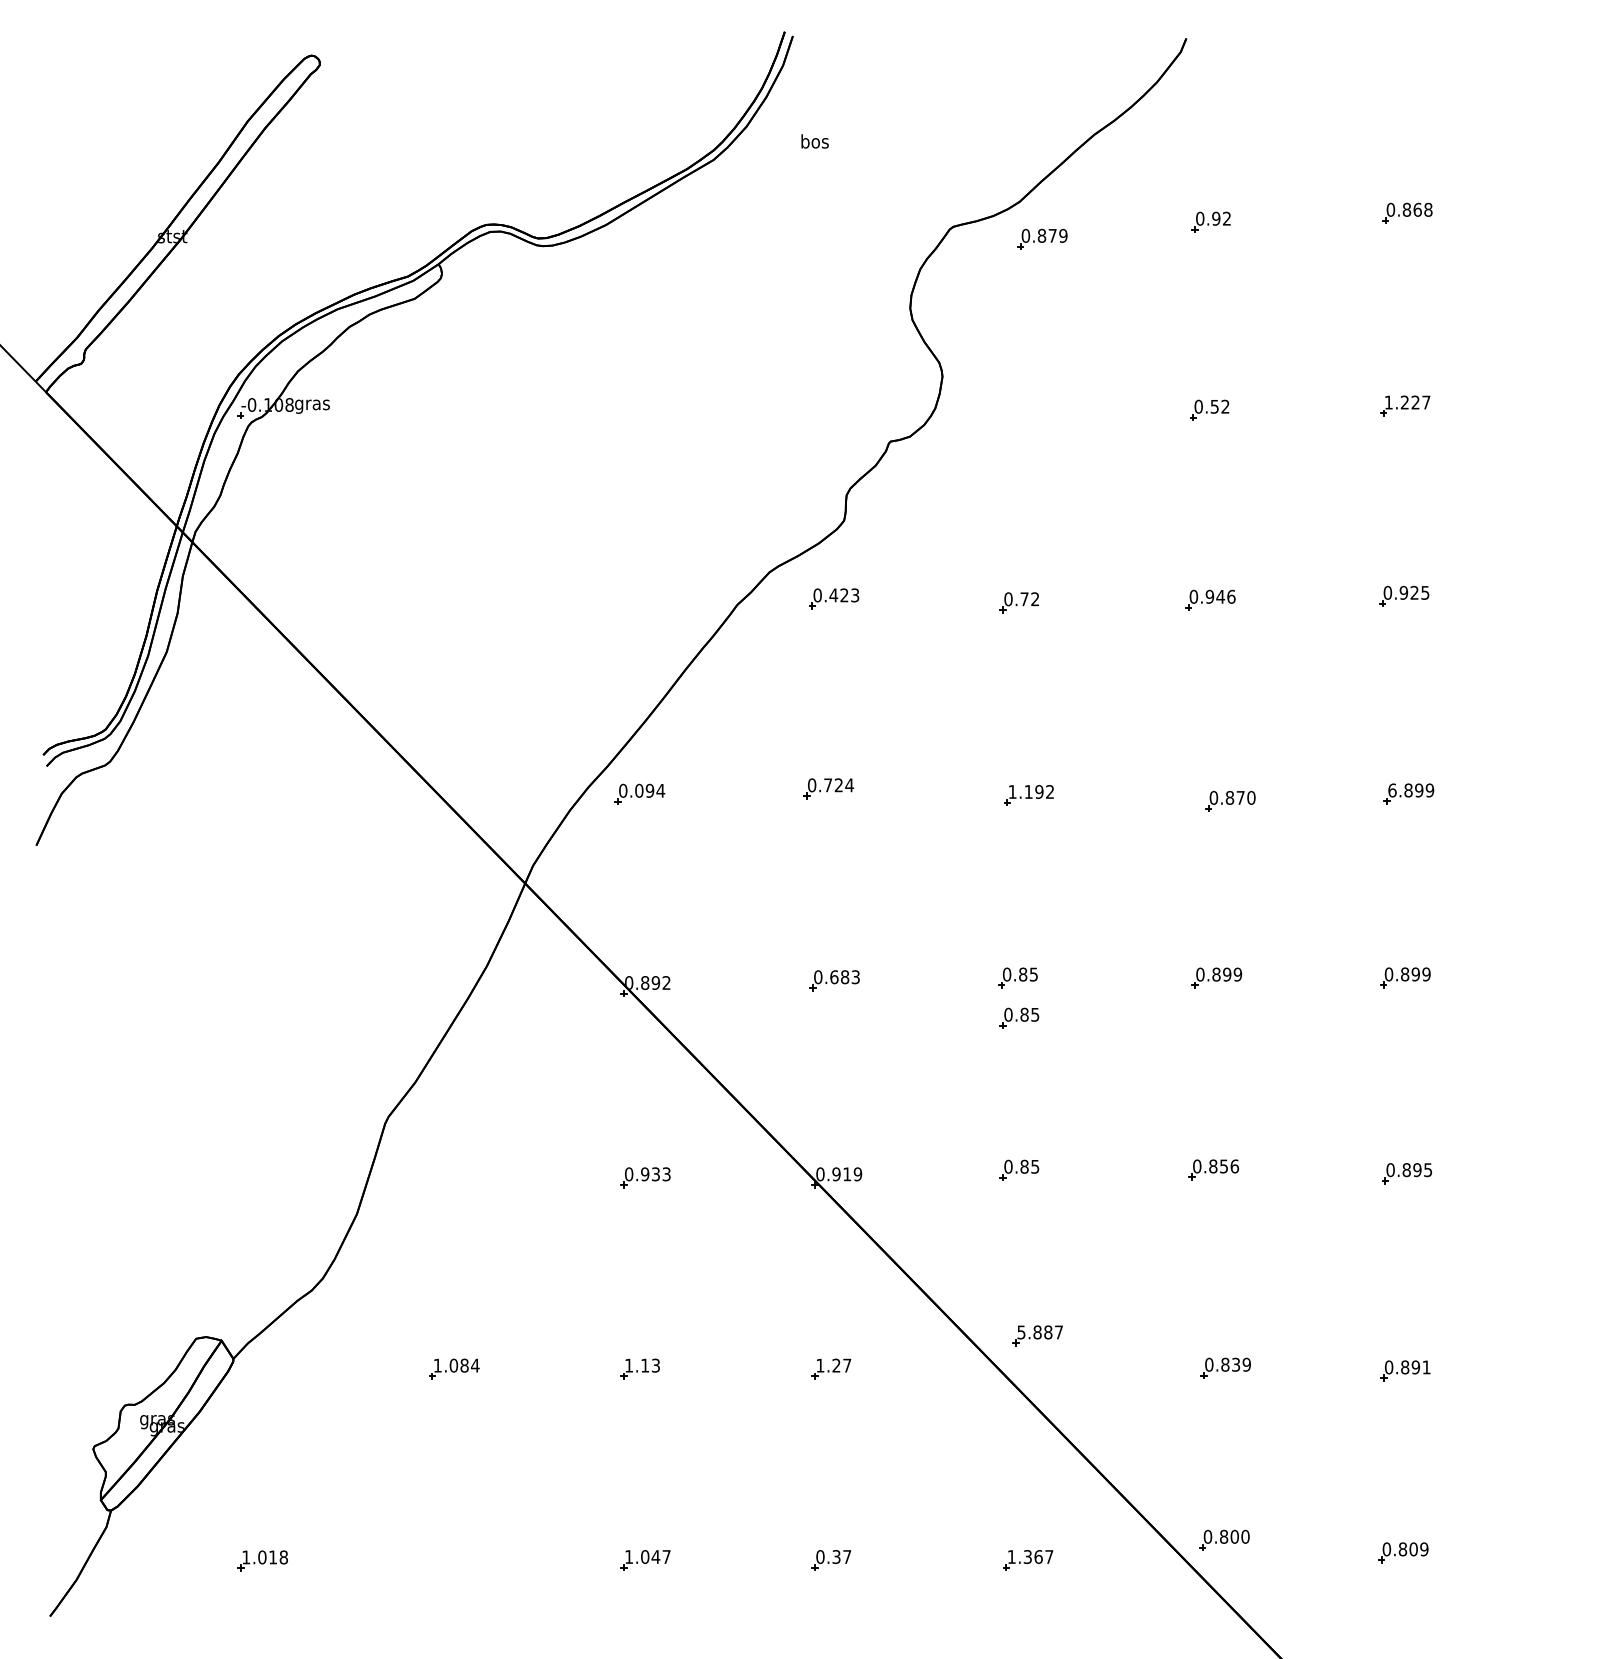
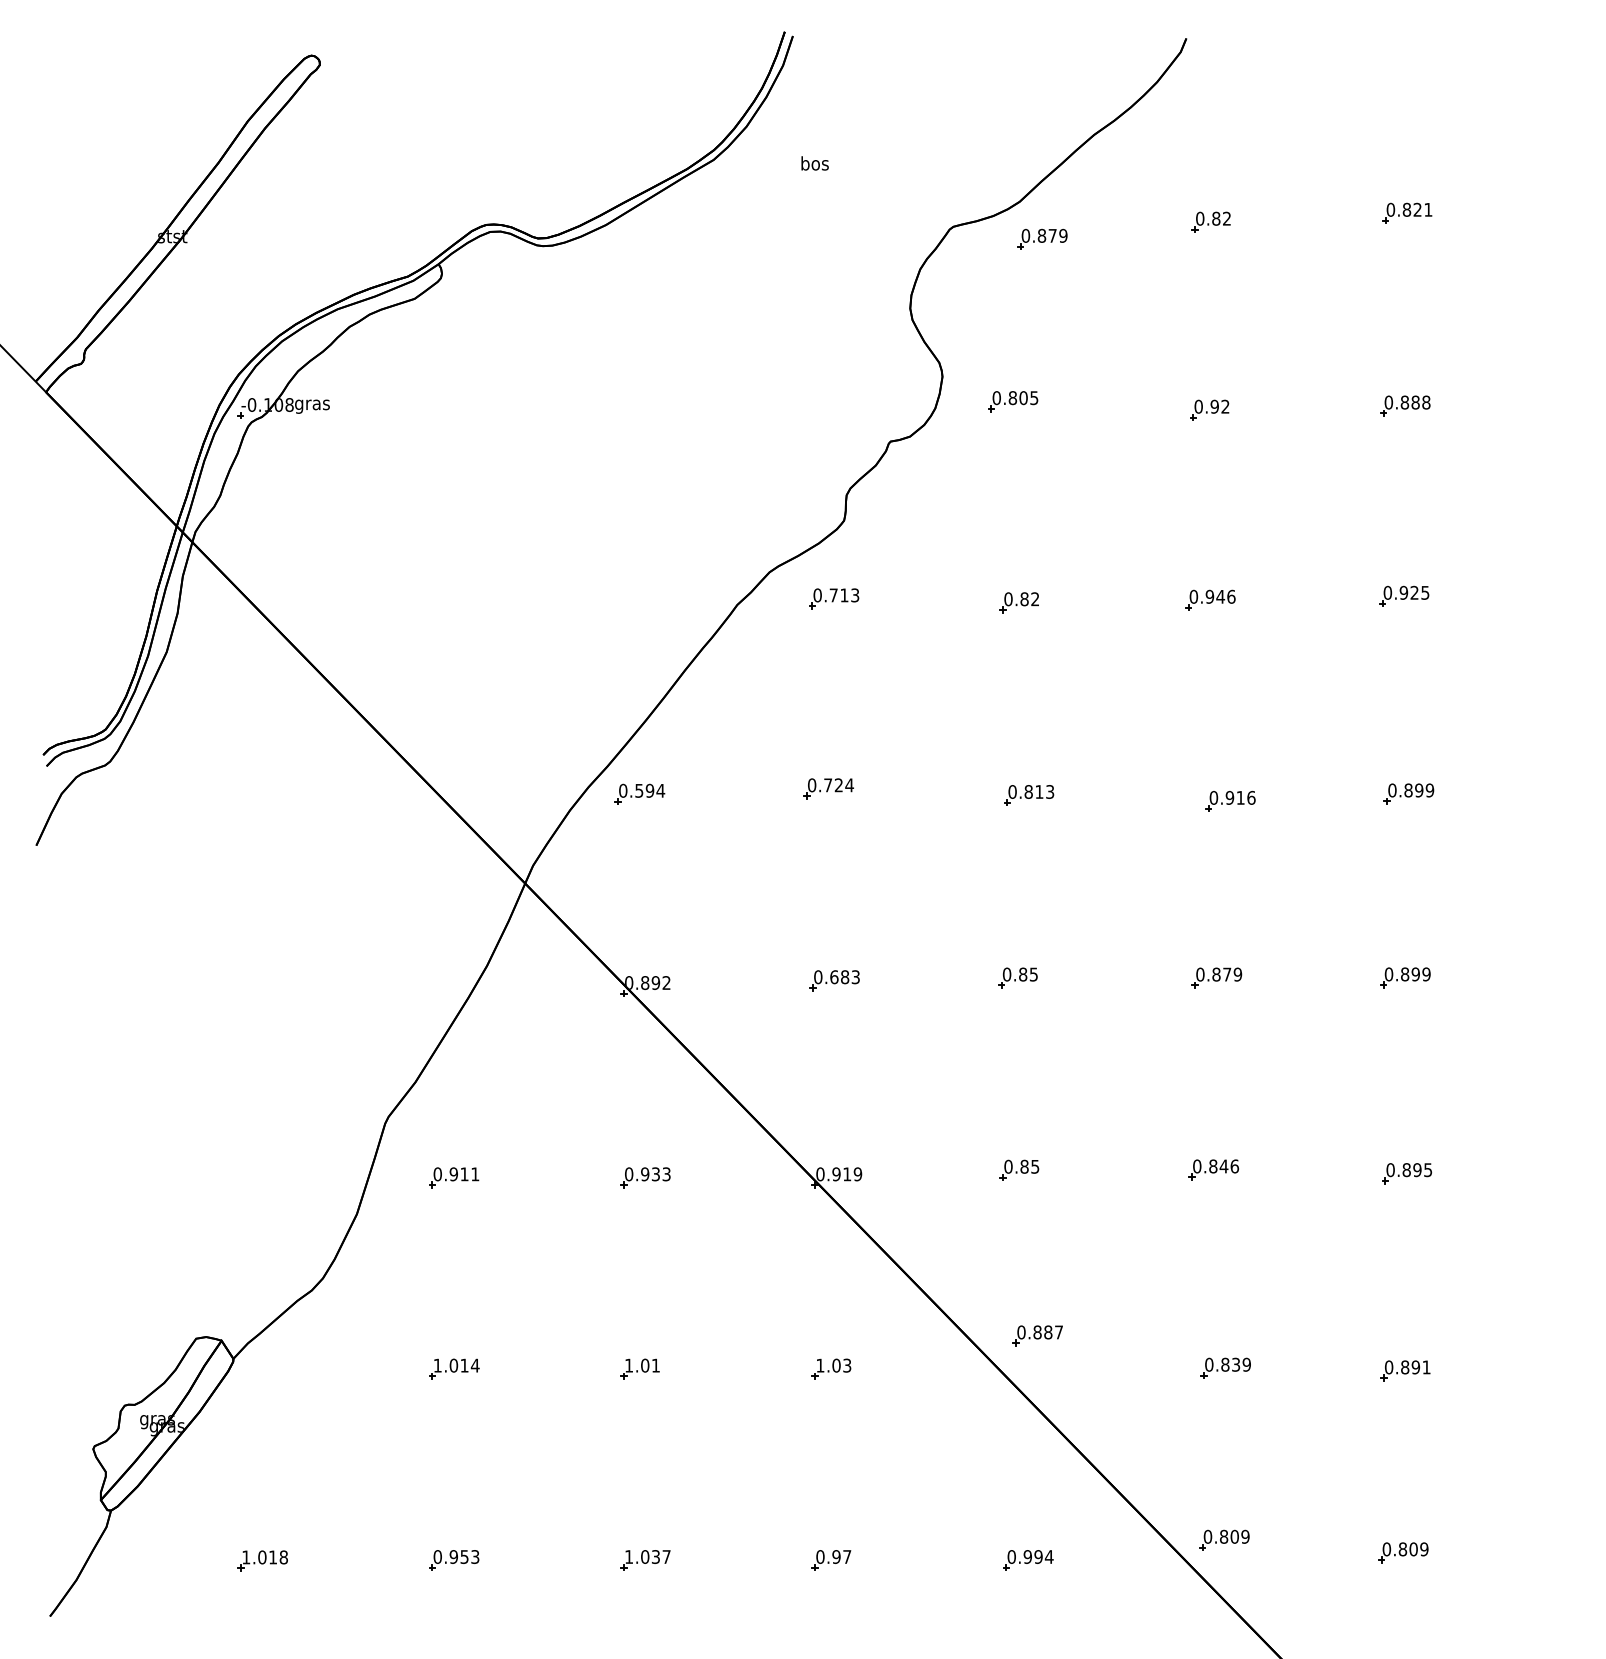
text at (814, 141) position: (814, 141) -> (814, 163)
text at (1422, 209): 0.868 -> 0.821
text at (1216, 218): 0.92 -> 0.82
part at (1013, 401): none -> present
text at (1407, 402): 1.227 -> 0.888
text at (1214, 406): 0.52 -> 0.92
text at (838, 595): 0.423 -> 0.713
text at (1024, 599): 0.72 -> 0.82
text at (639, 790): 0.094 -> 0.594
text at (1392, 790): 6.899 -> 0.899
text at (1031, 791): 1.192 -> 0.813
text at (1240, 797): 0.870 -> 0.916
text at (1227, 974): 0.899 -> 0.879
part at (1019, 1017): present -> none
text at (1223, 1166): 0.856 -> 0.846
part at (454, 1177): none -> present
text at (1021, 1332): 5.887 -> 0.887
text at (464, 1365): 1.084 -> 1.014
text at (650, 1365): 1.13 -> 1.01
text at (841, 1365): 1.27 -> 1.03
text at (1245, 1536): 0.800 -> 0.809
text at (655, 1556): 1.047 -> 1.037
text at (836, 1556): 0.37 -> 0.97
text at (1030, 1556): 1.367 -> 0.994
part at (454, 1560): none -> present
